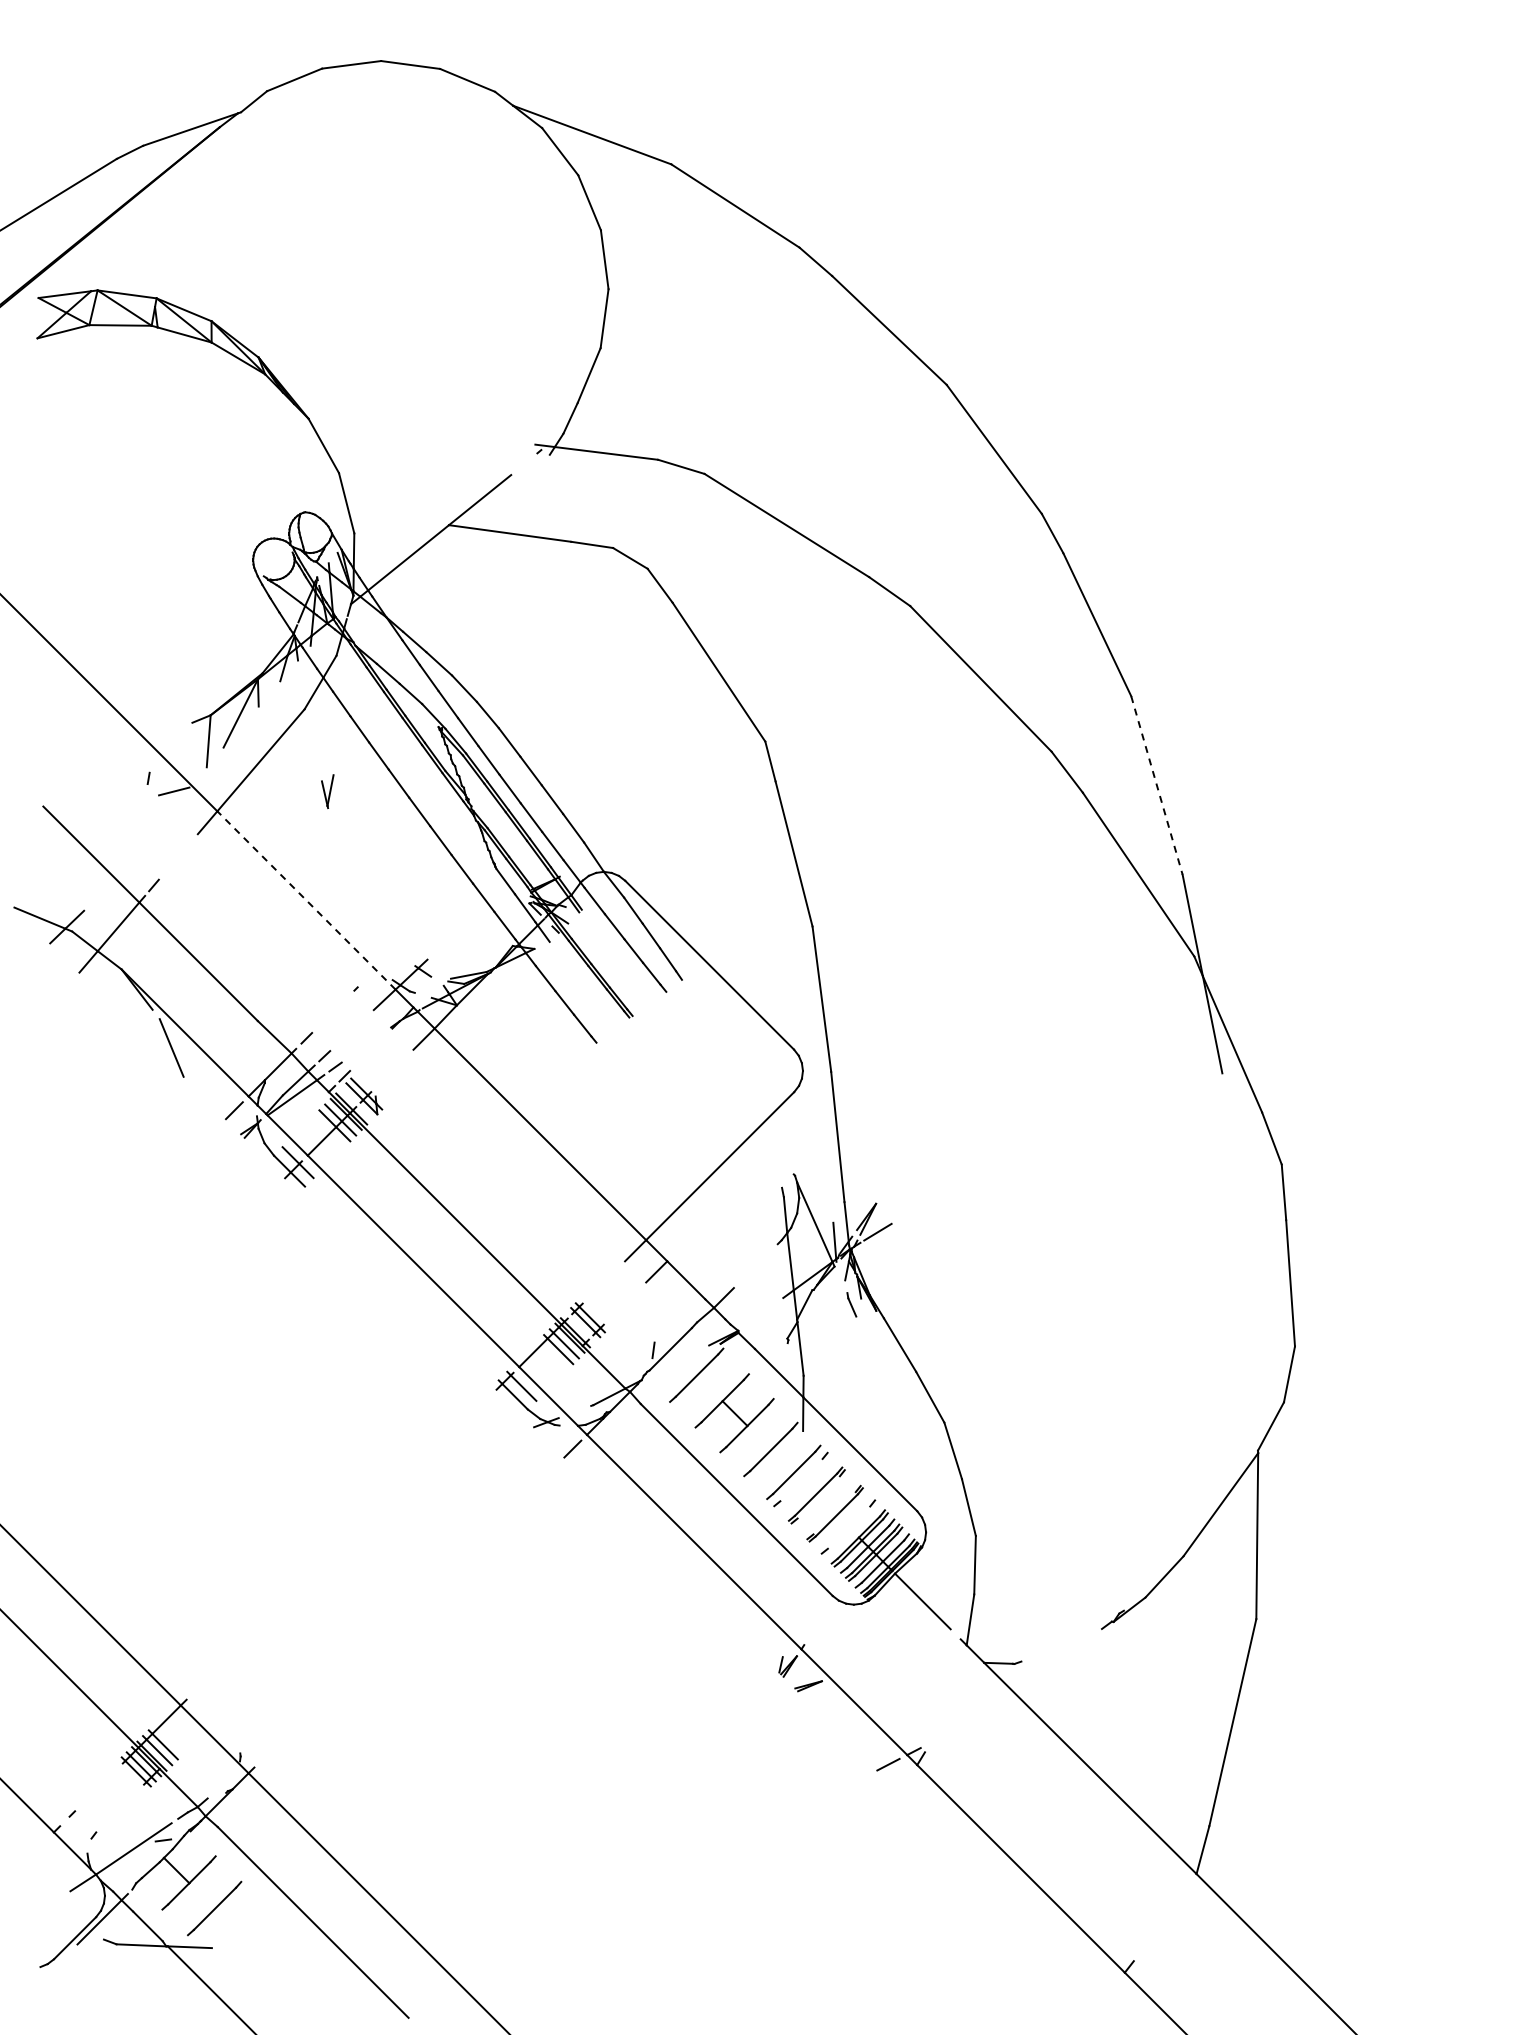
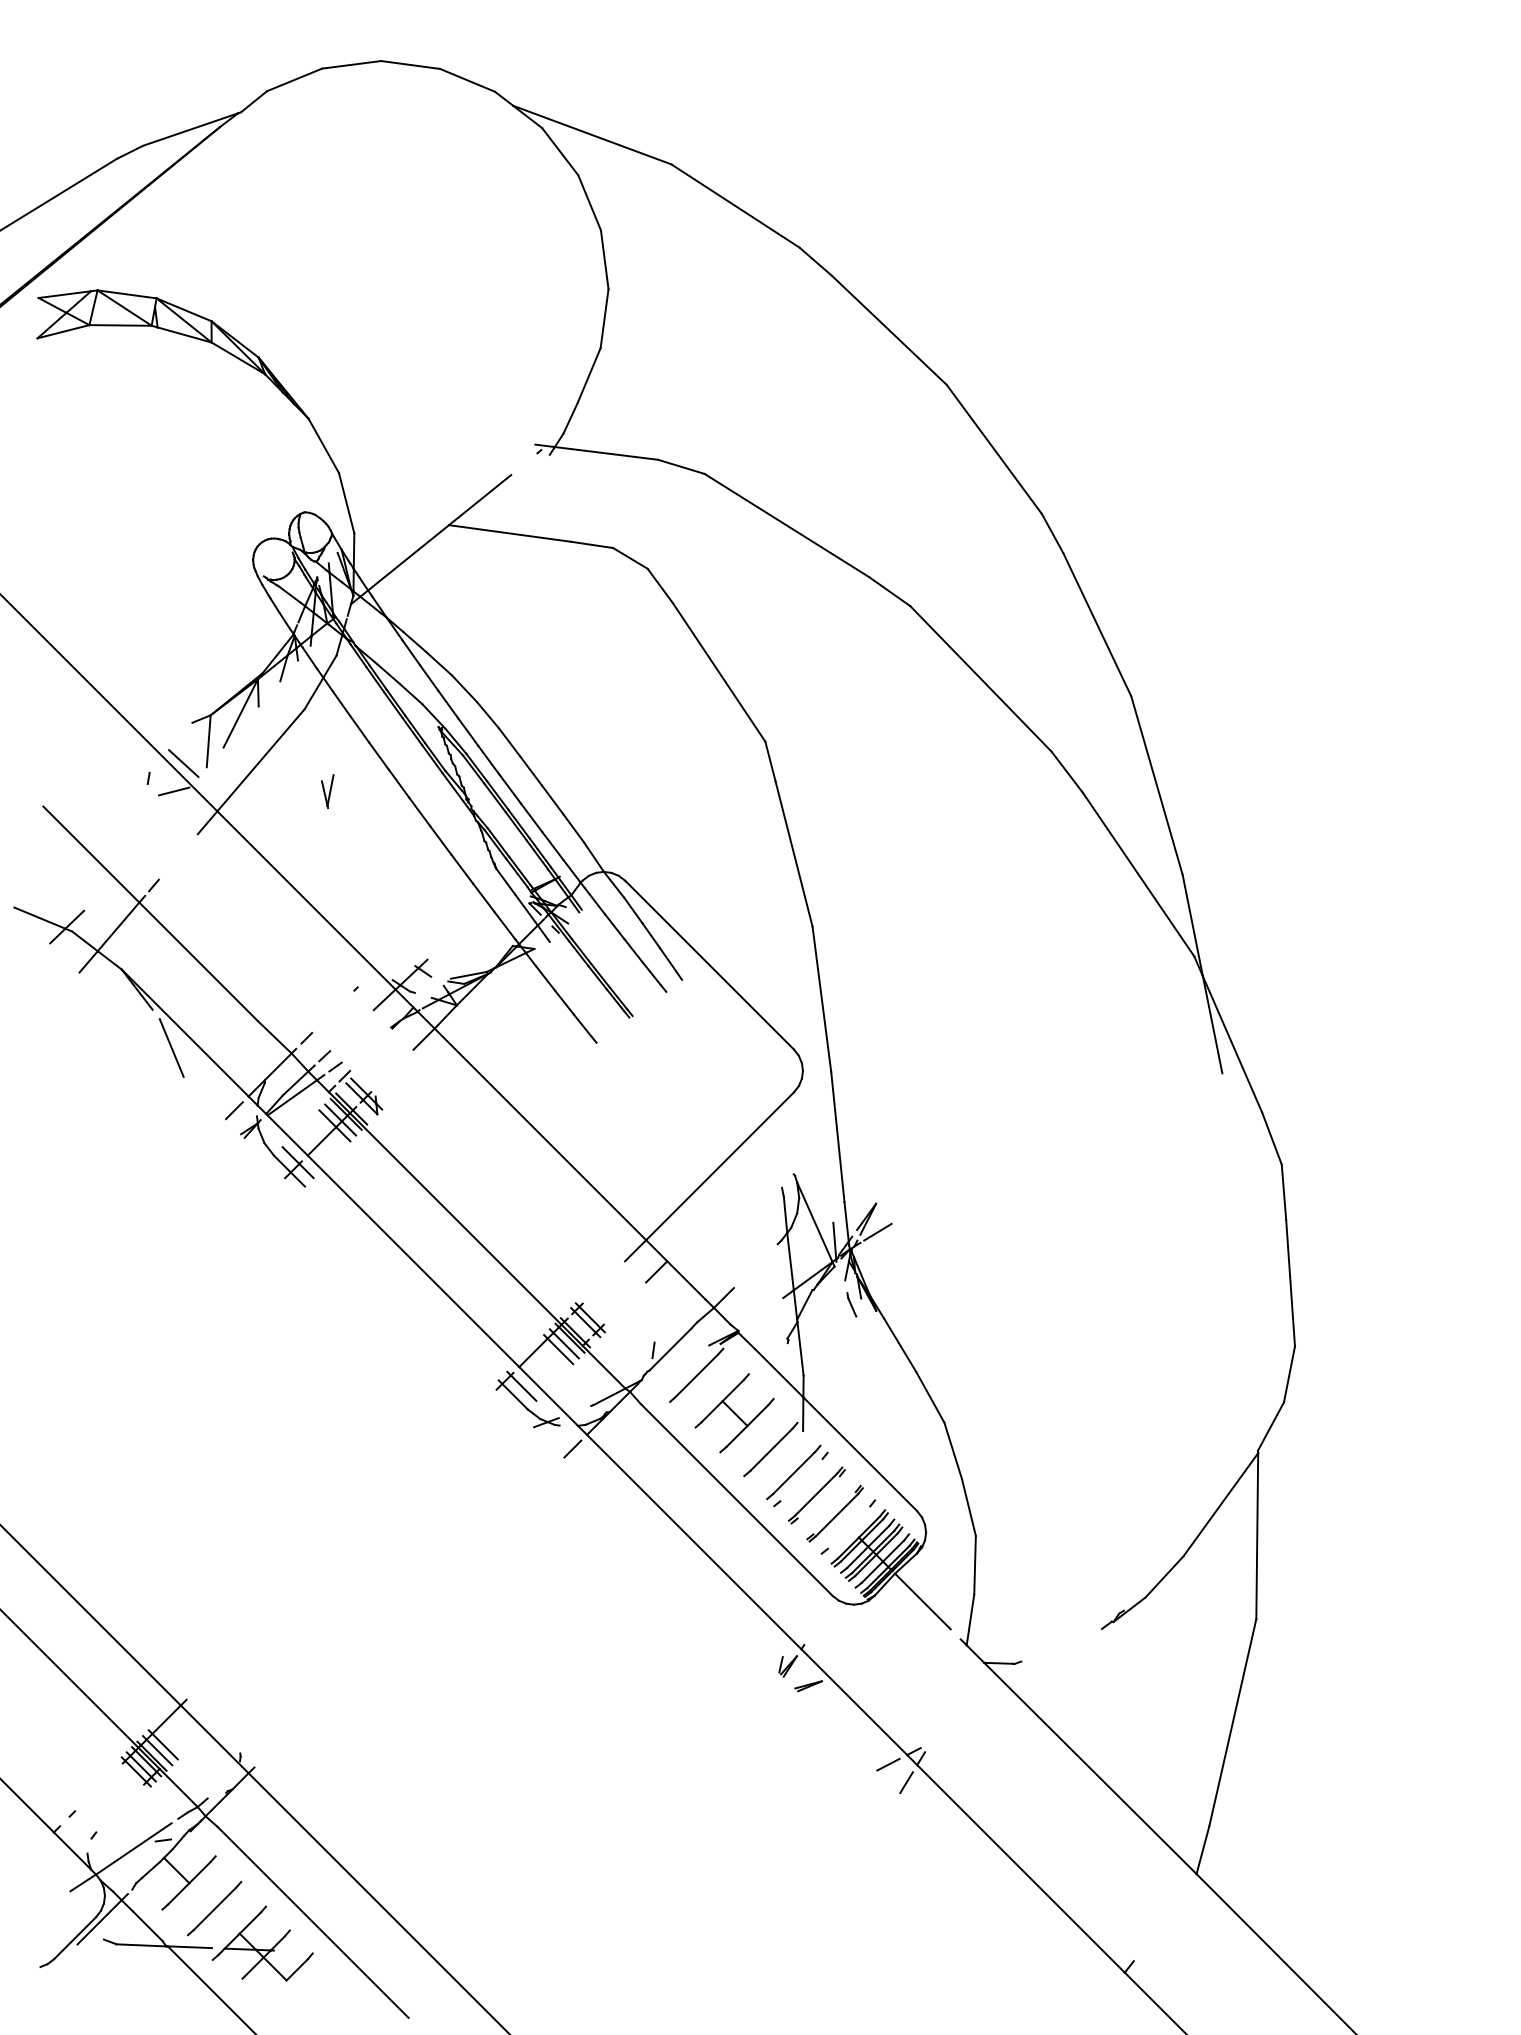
line at (183, 763): none -> present
line at (1156, 785): dashed -> solid
line at (306, 900): dashed -> solid
line at (906, 1782): none -> present
part at (262, 1943): none -> present
